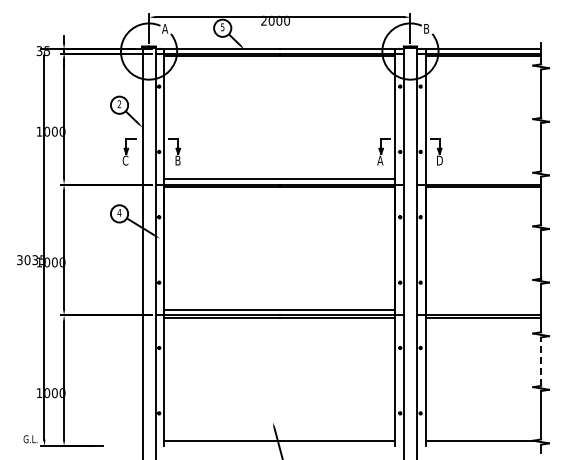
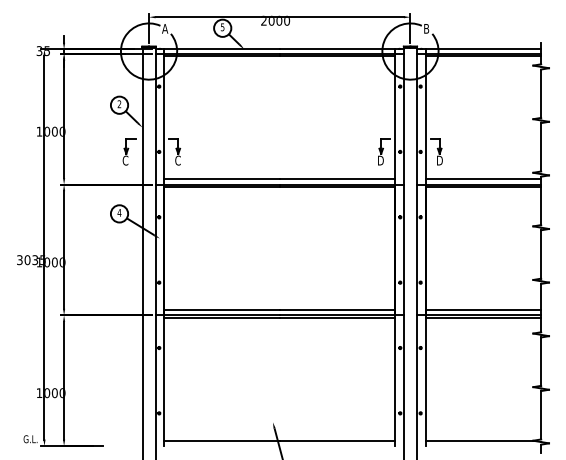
text at (177, 160): B -> C
text at (380, 160): A -> D
line at (483, 179): none -> present
line at (483, 309): none -> present
line at (541, 361): dashed -> solid
